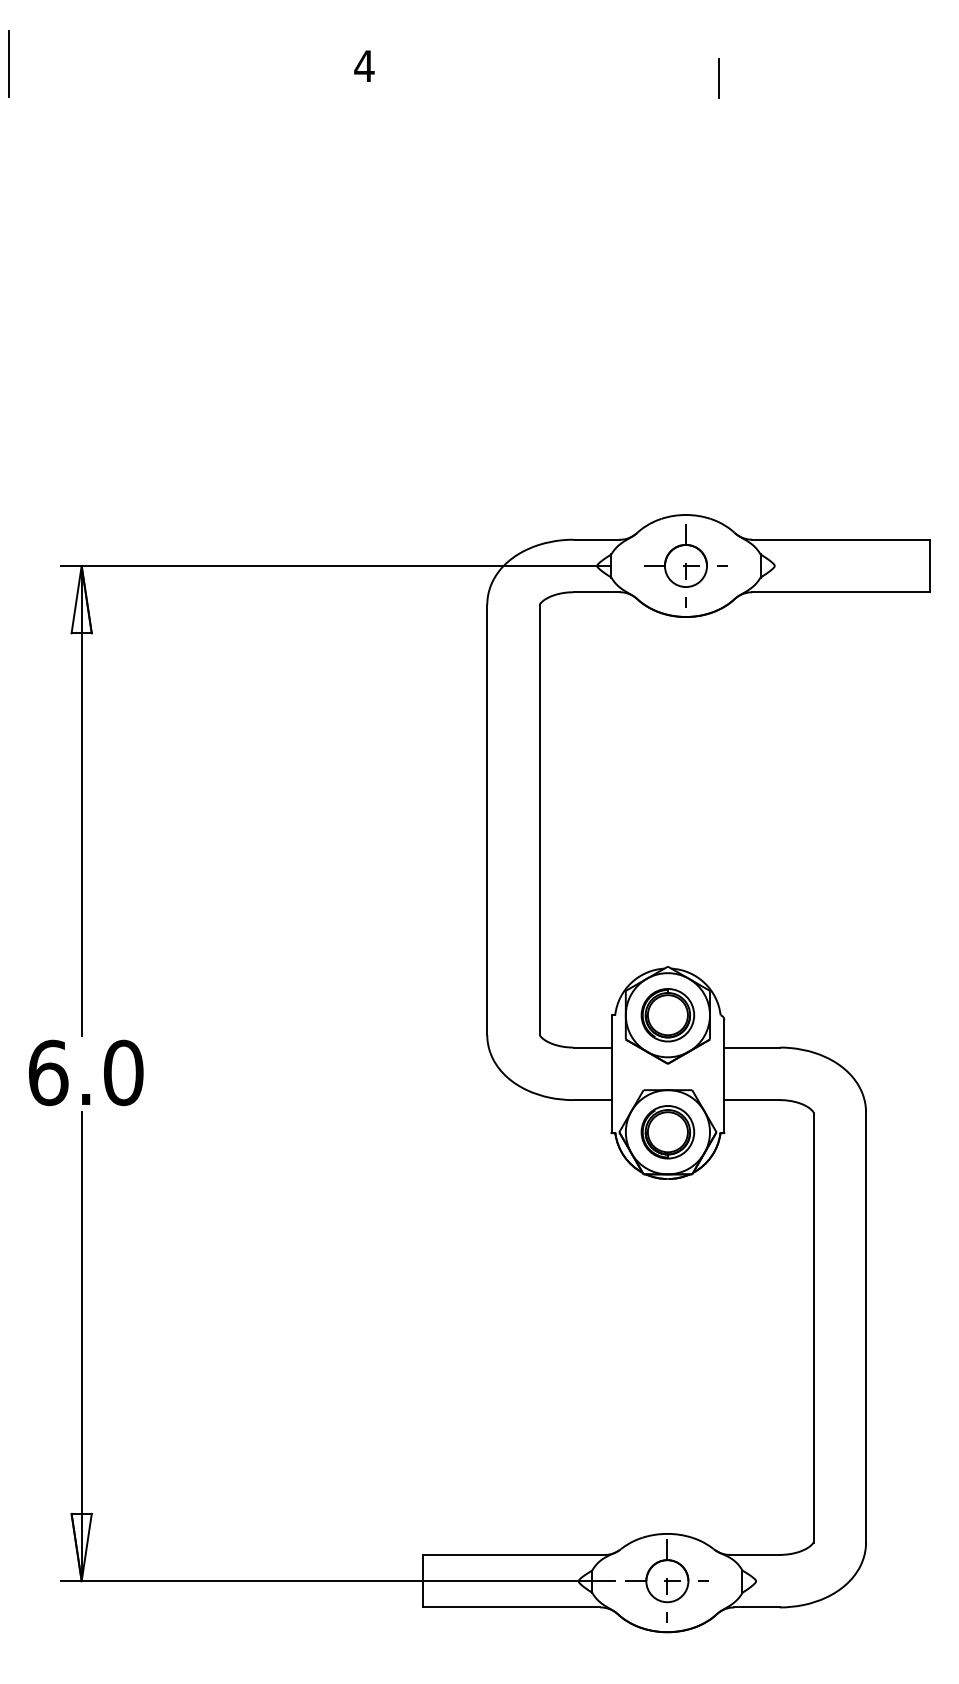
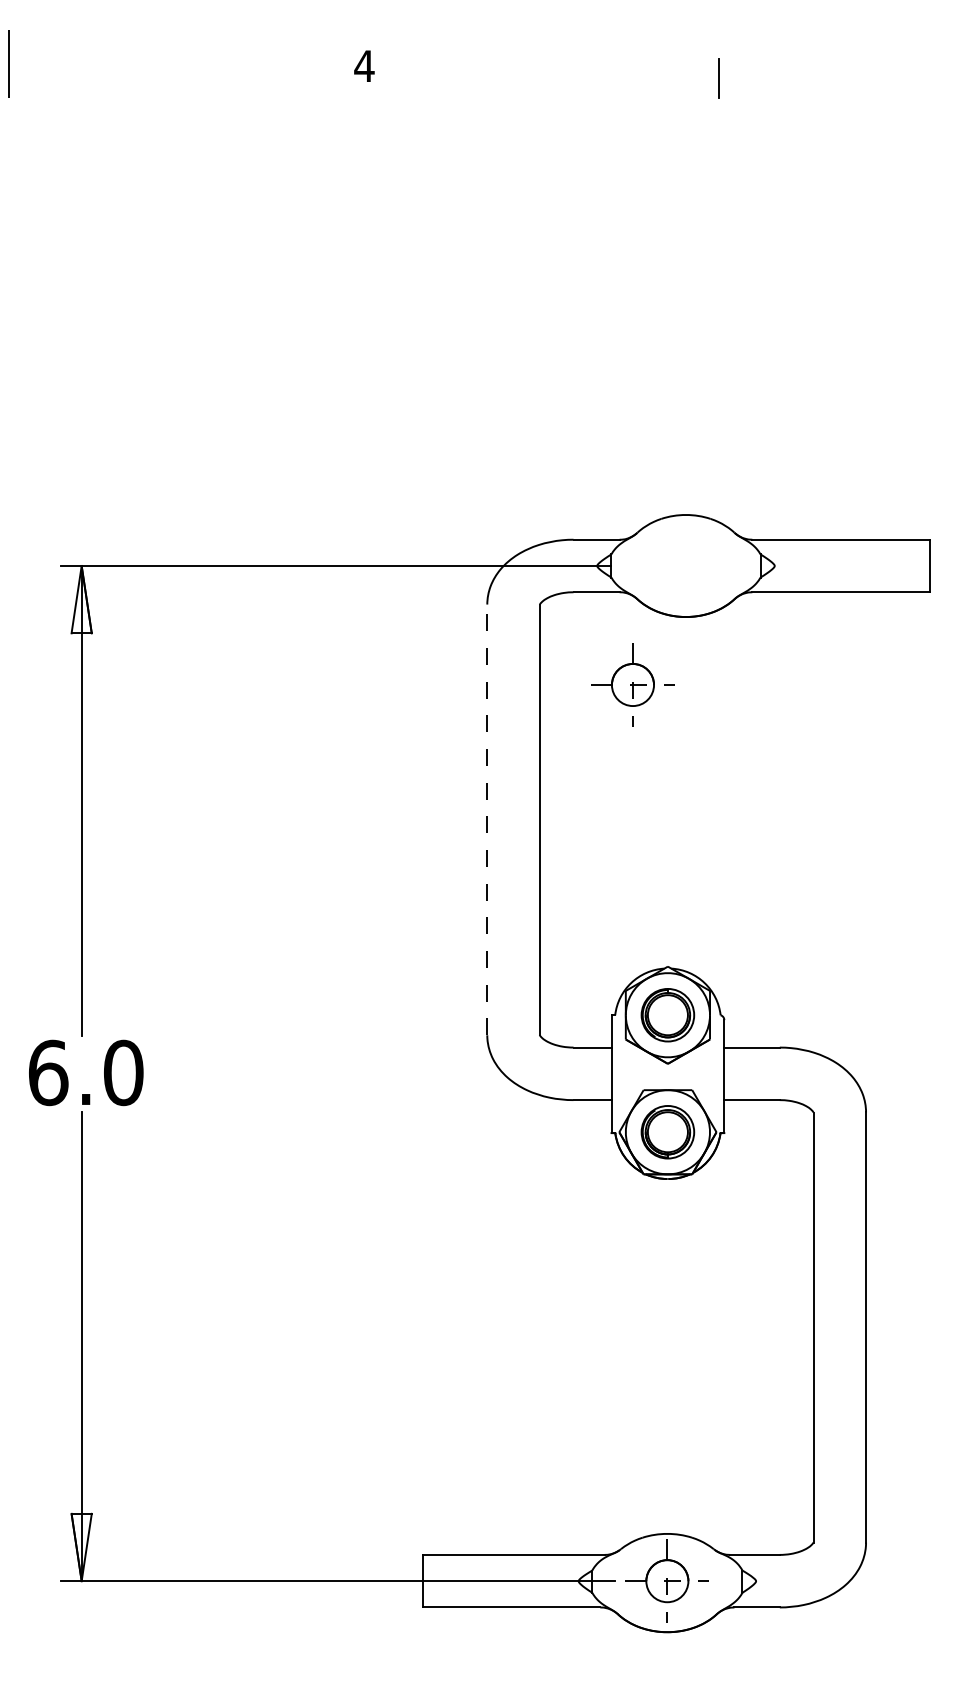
part at (685, 565) position: (685, 565) -> (632, 684)
line at (487, 819): solid -> dashed
